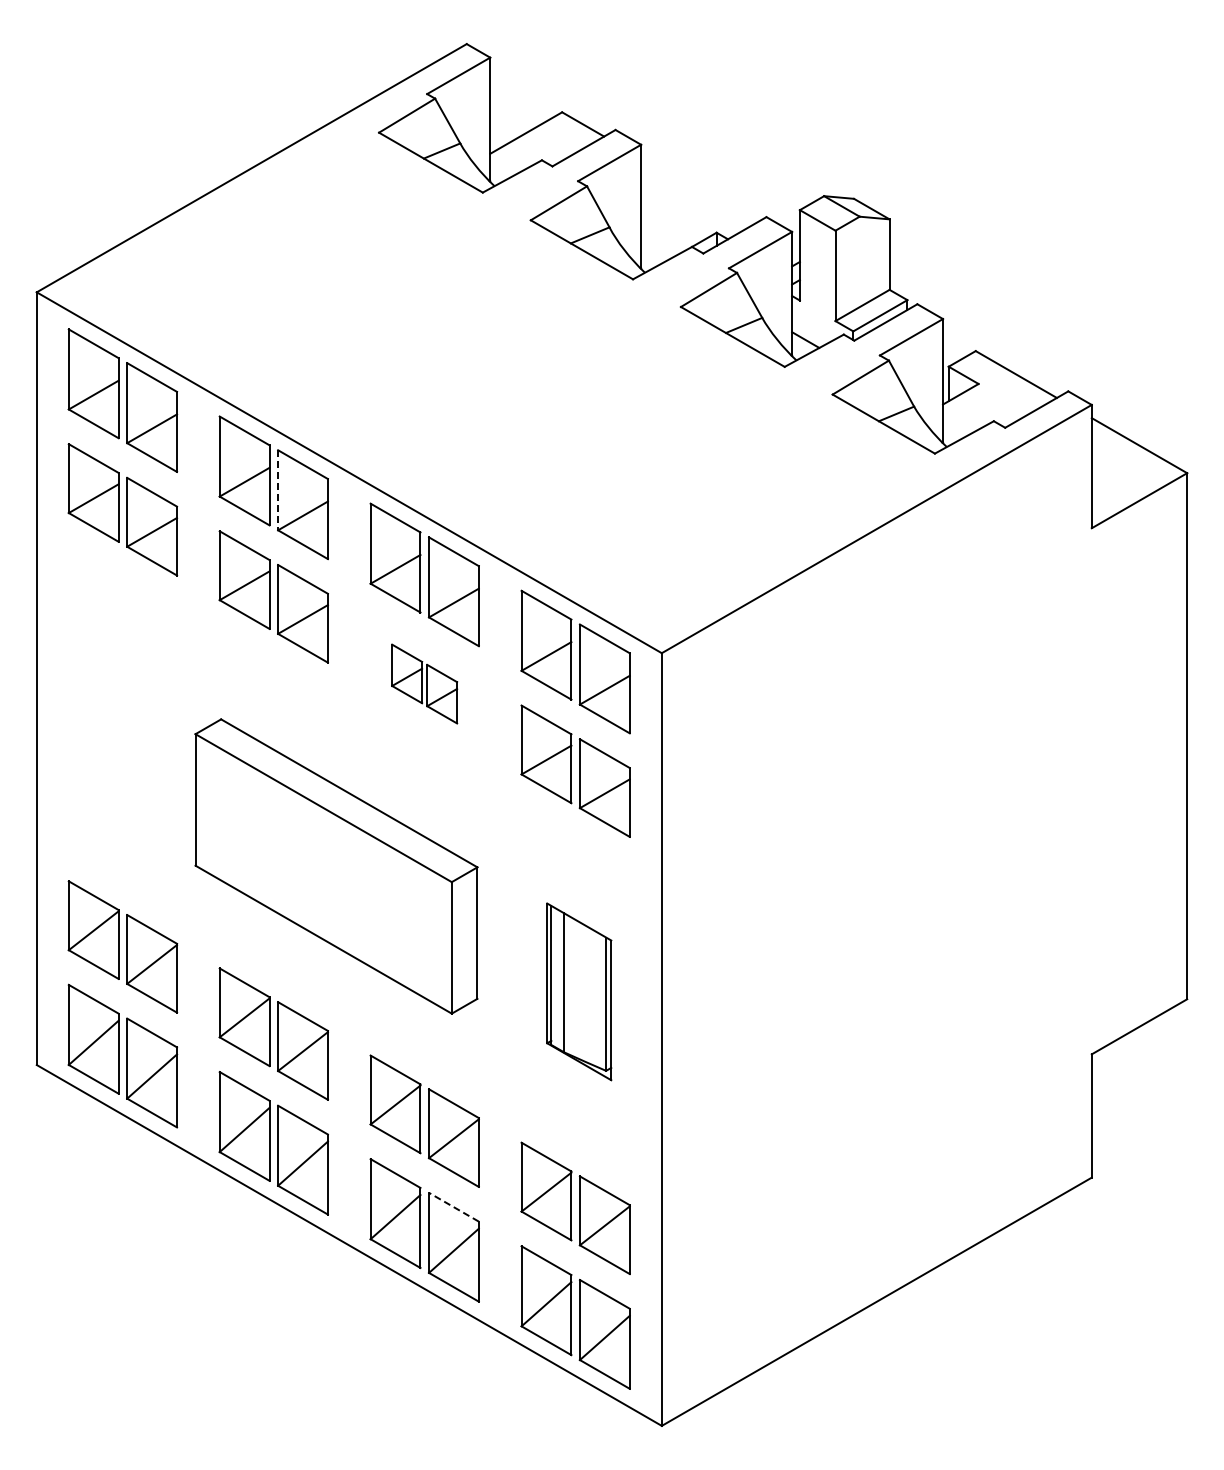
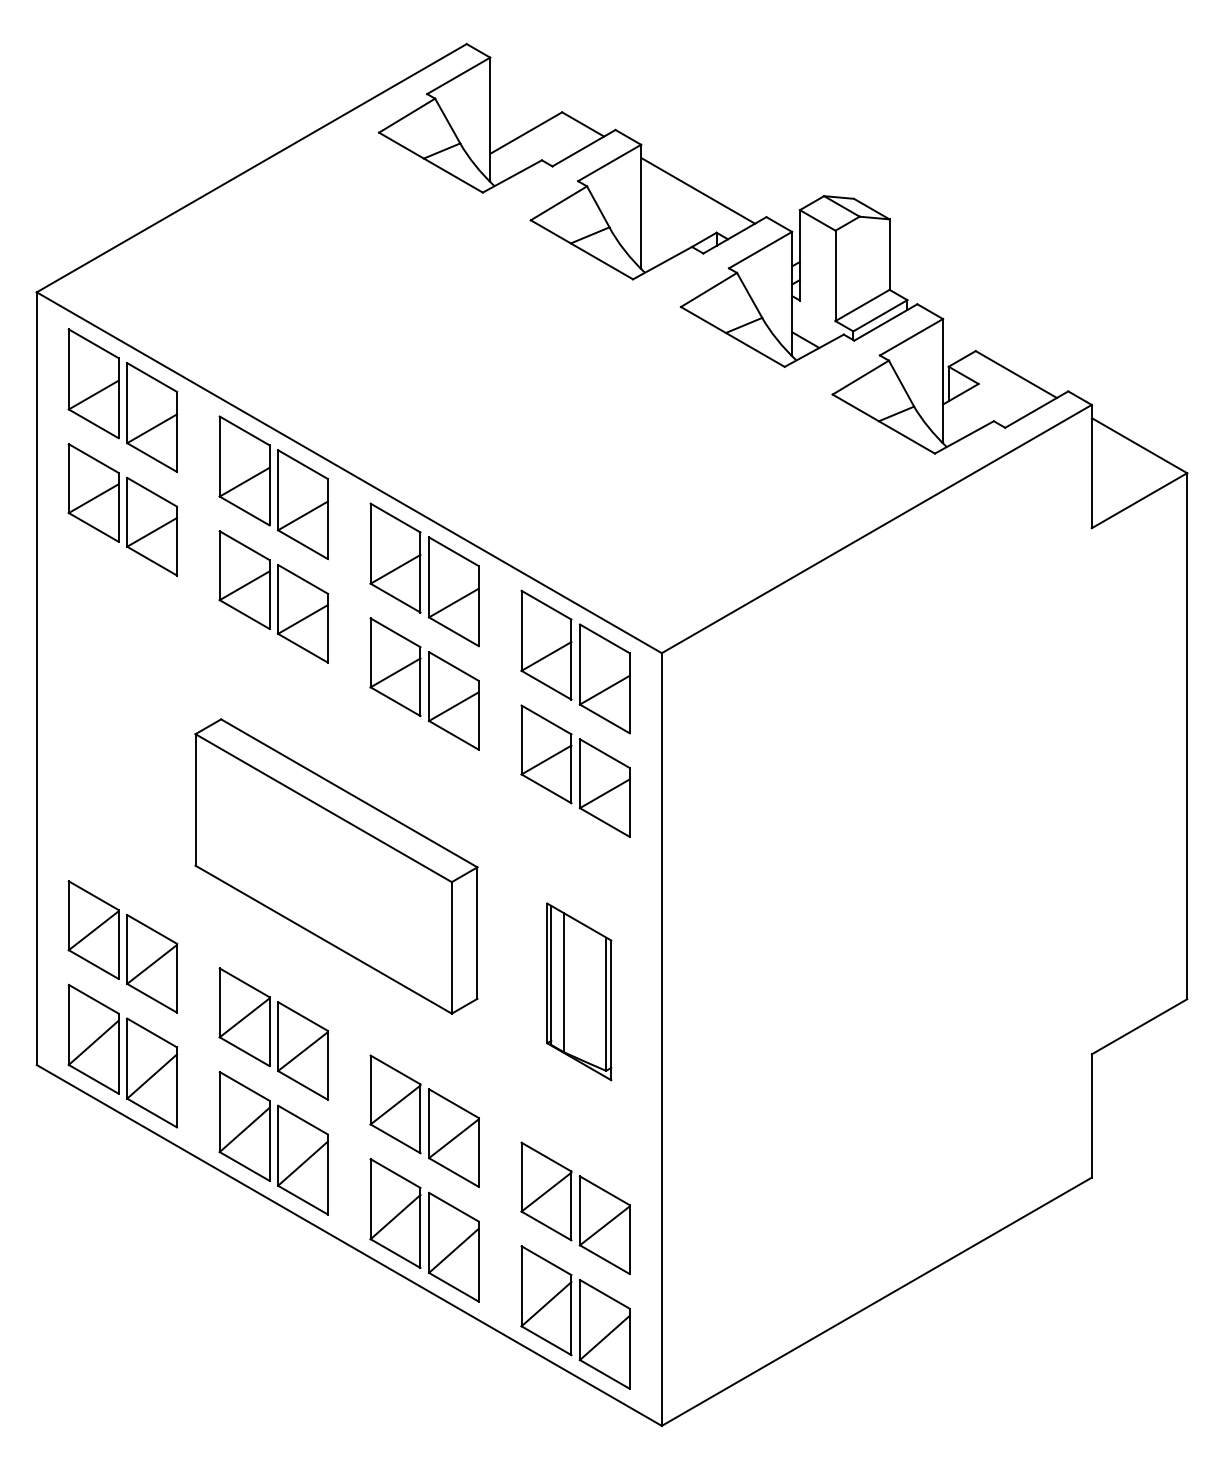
line at (698, 190): none -> present
line at (278, 490): dashed -> solid
part at (424, 683) size: 68x82 px -> 111x134 px
line at (453, 1207): dashed -> solid
